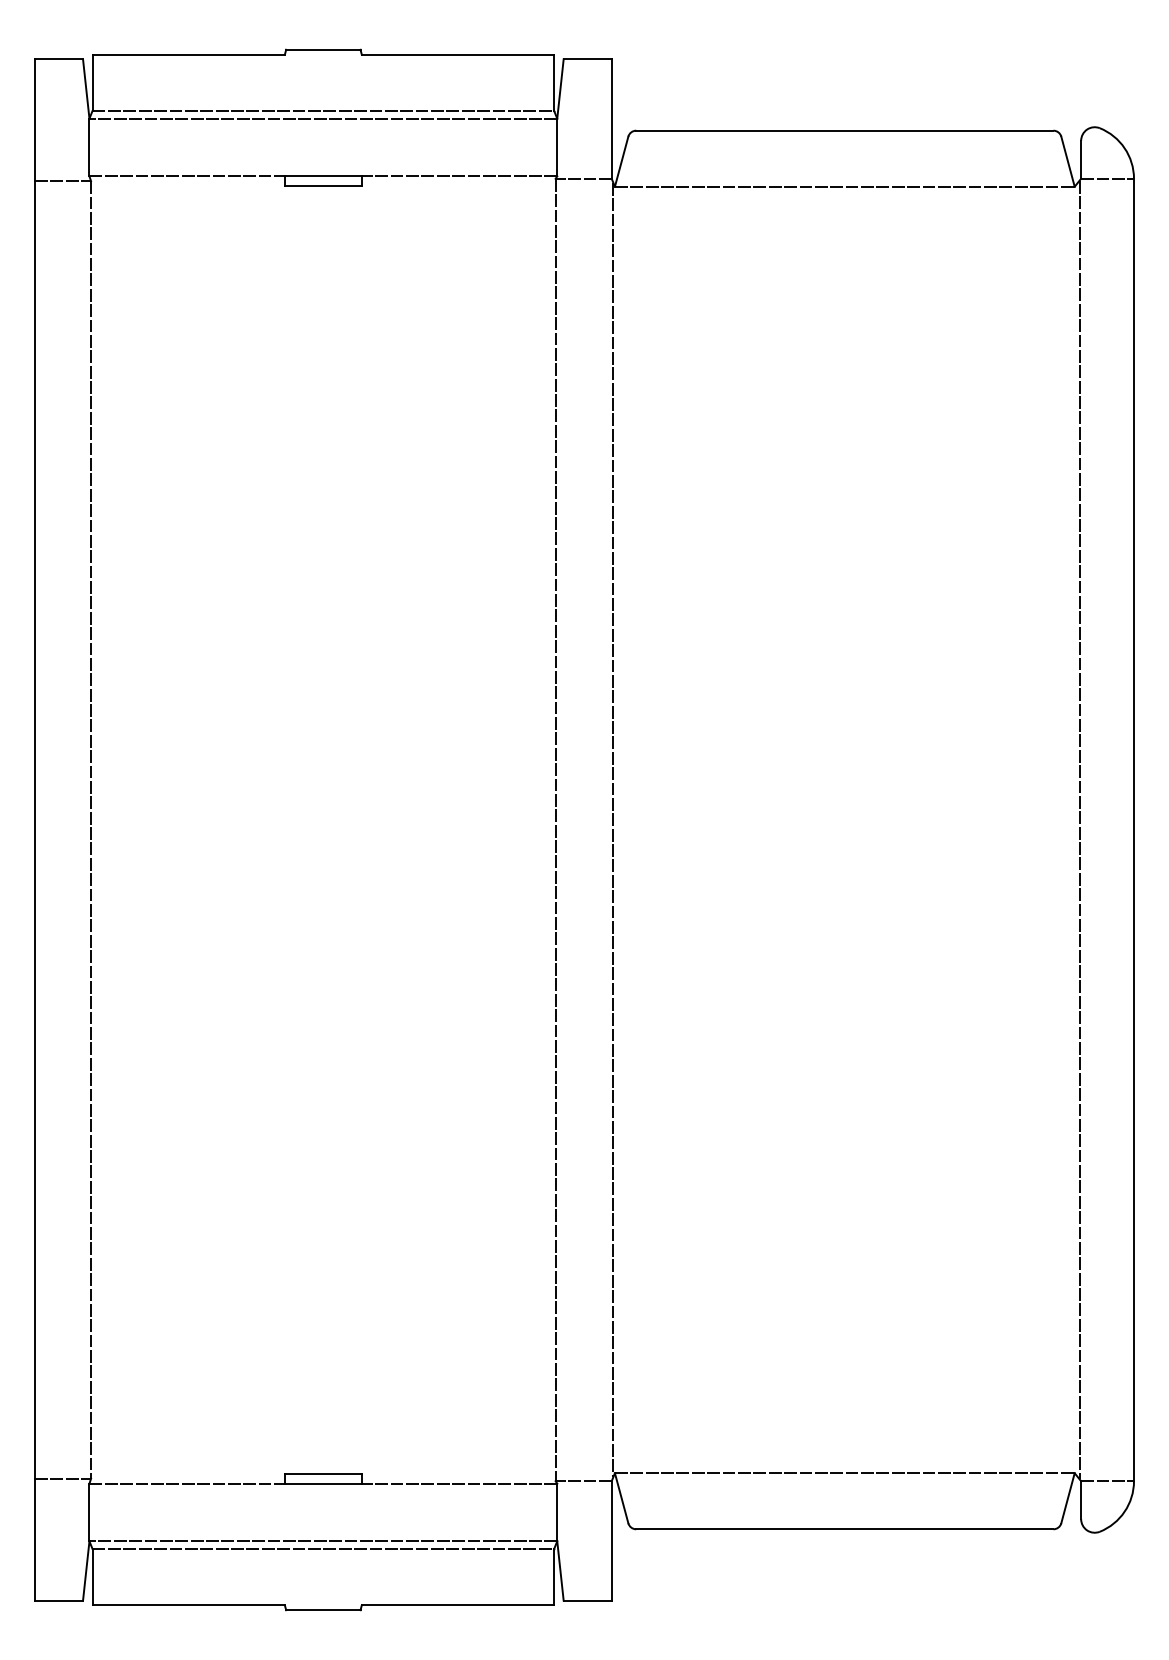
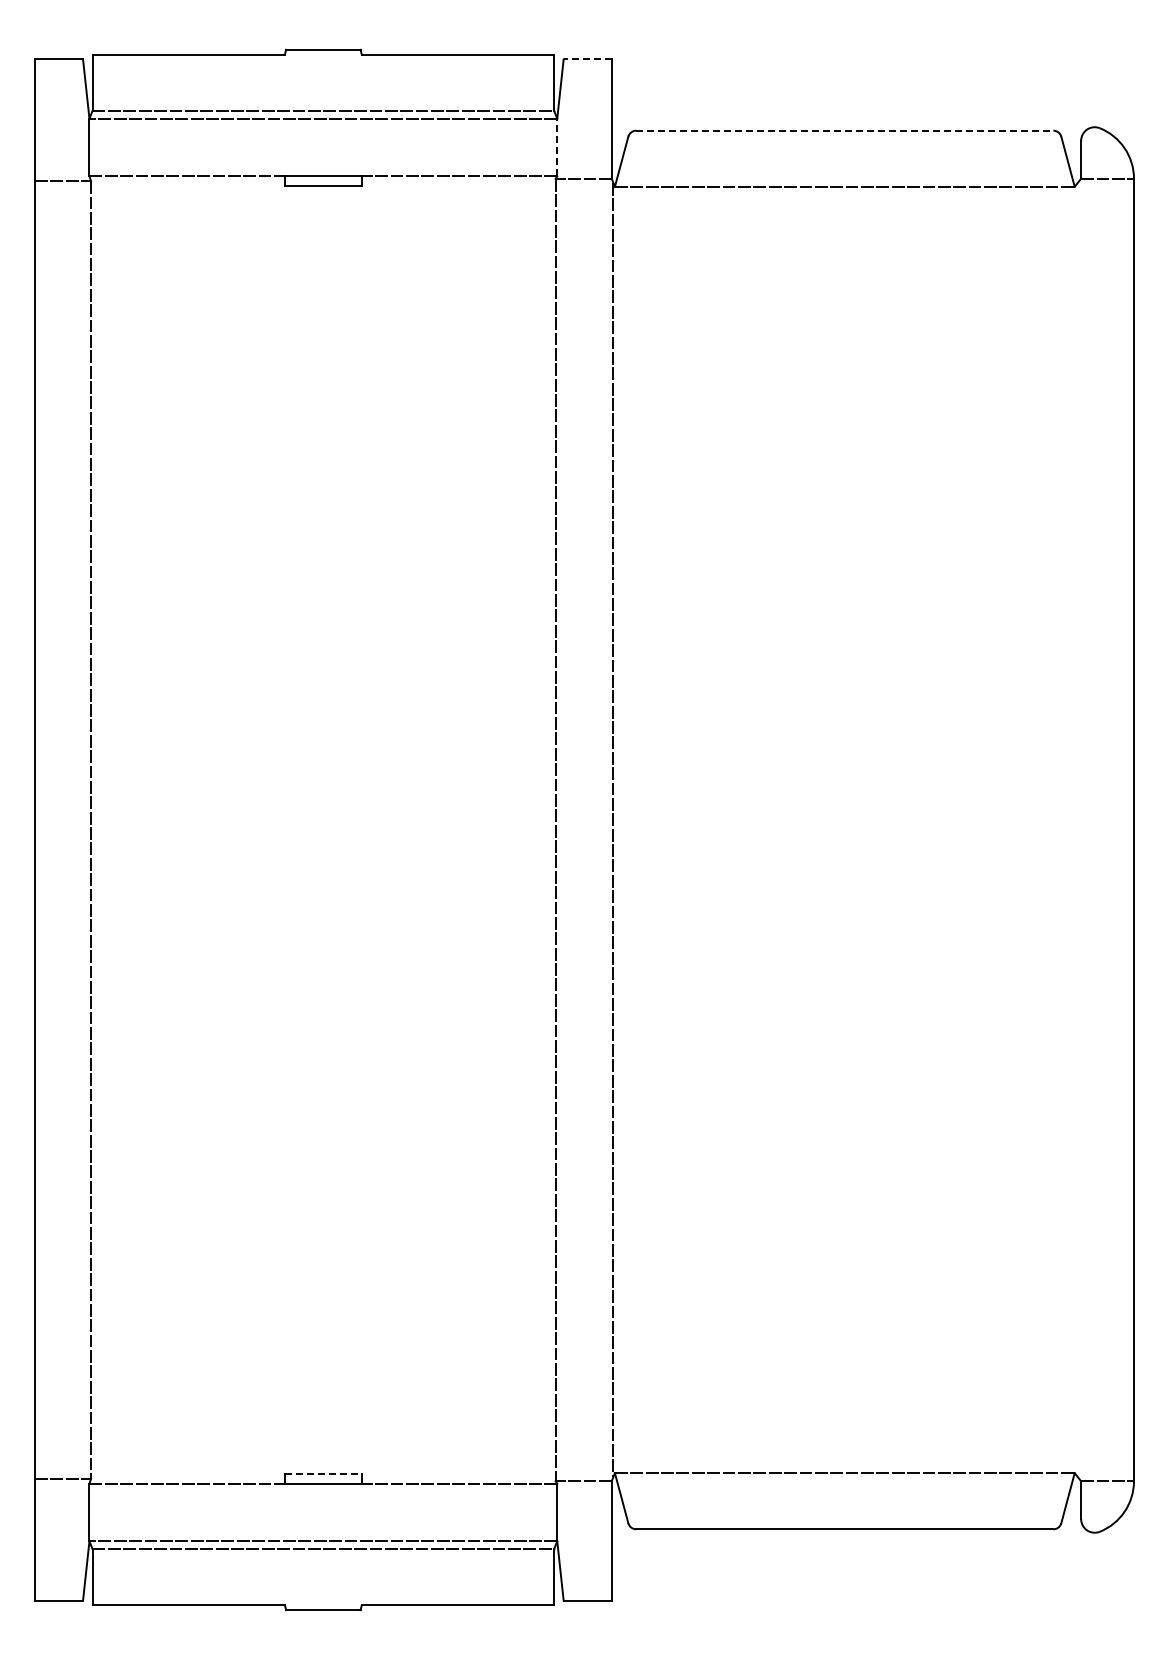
line at (587, 59): solid -> dashed
line at (844, 130): solid -> dashed
line at (557, 147): solid -> dashed
line at (1079, 829): present -> none
line at (323, 1474): solid -> dashed
